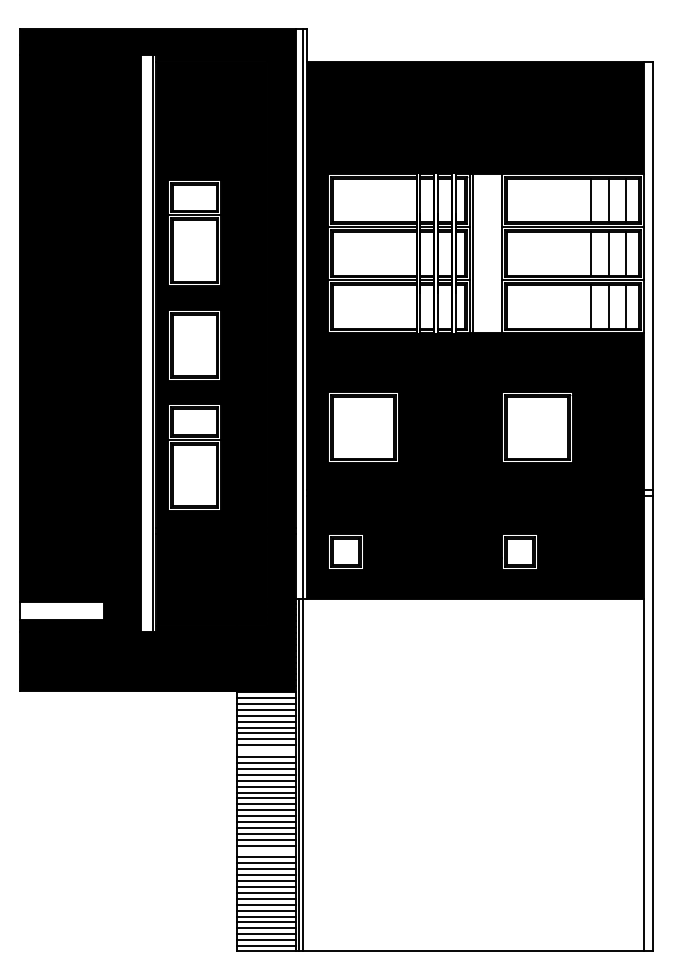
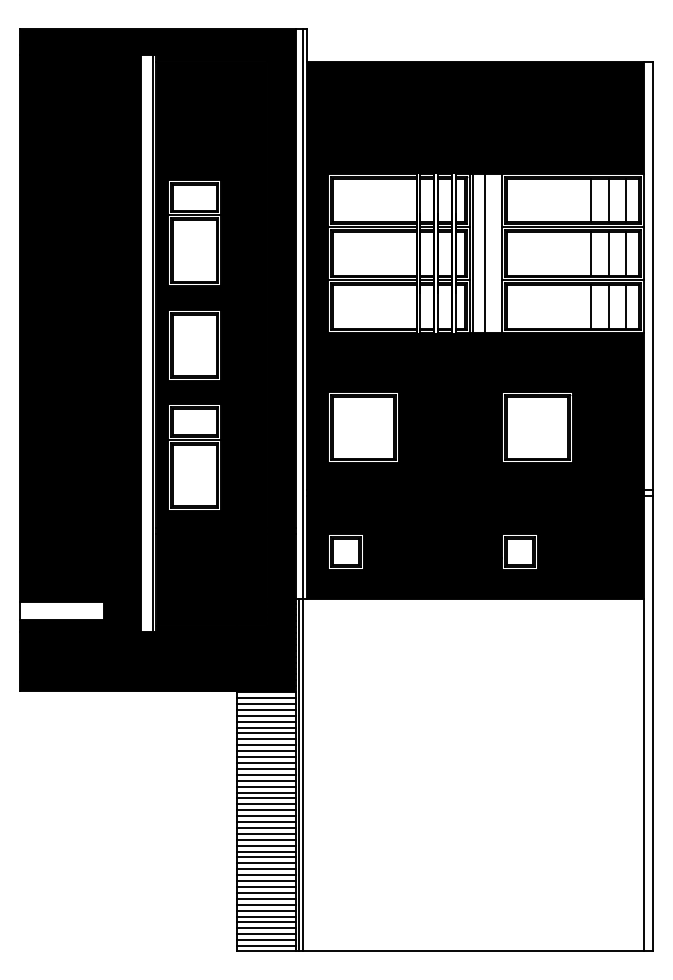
line at (485, 253): none -> present
line at (265, 751): none -> present
line at (265, 851): none -> present
